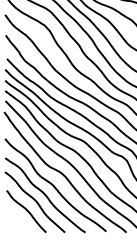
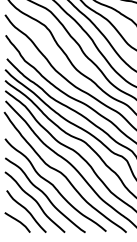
curve at (17, 221): none -> present
